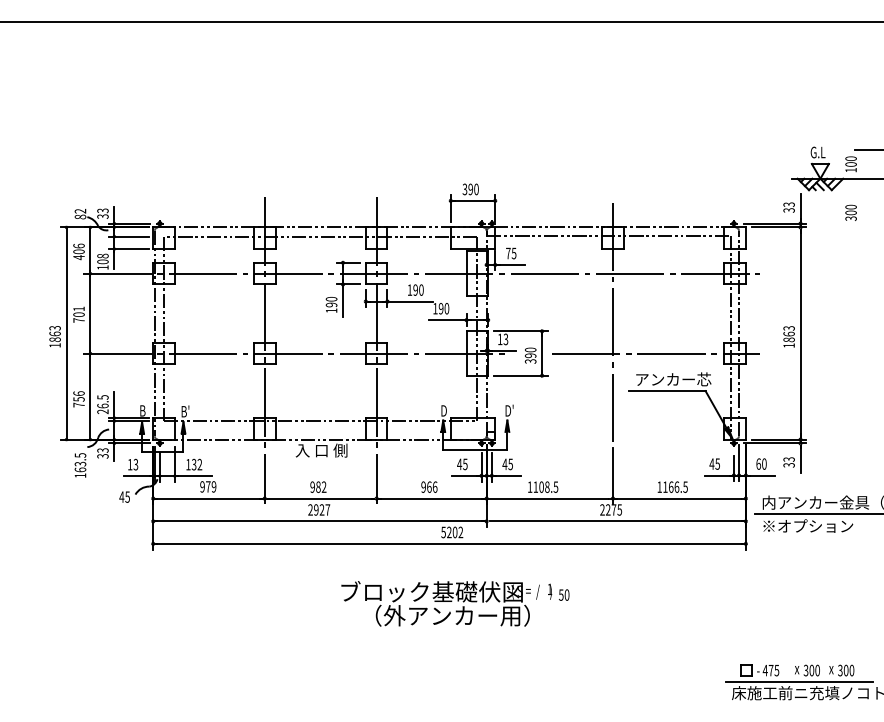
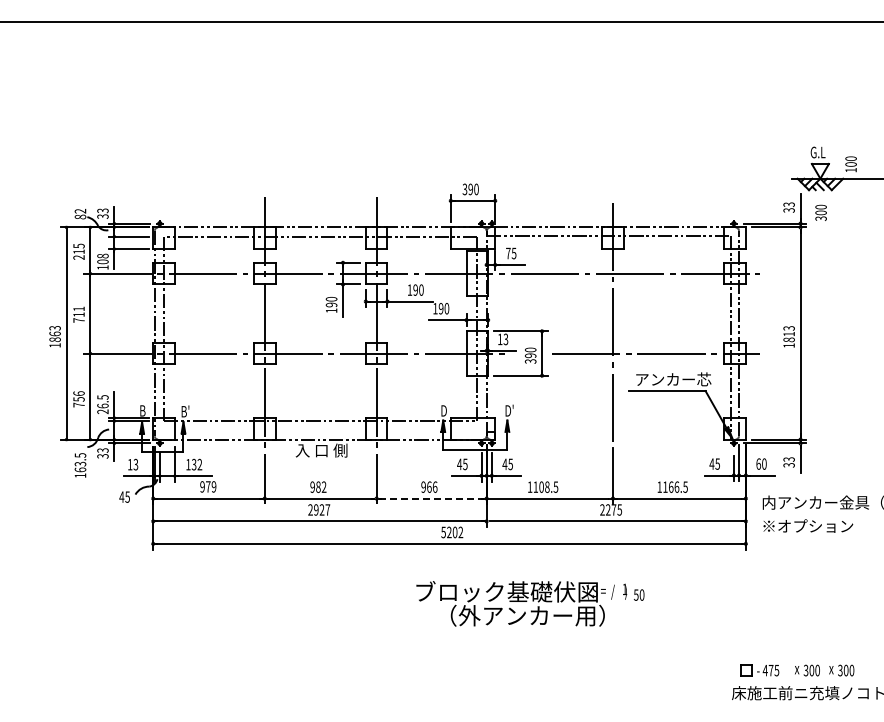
line at (867, 150): present -> none
text at (850, 212) position: (850, 212) -> (820, 212)
text at (78, 251): 406 -> 215
text at (78, 314): 701 -> 711
text at (788, 333): 1863 -> 1813
line at (432, 498): solid -> dashed
line at (817, 514): present -> none
text at (455, 603) position: (455, 603) -> (530, 603)
line at (799, 681): present -> none
